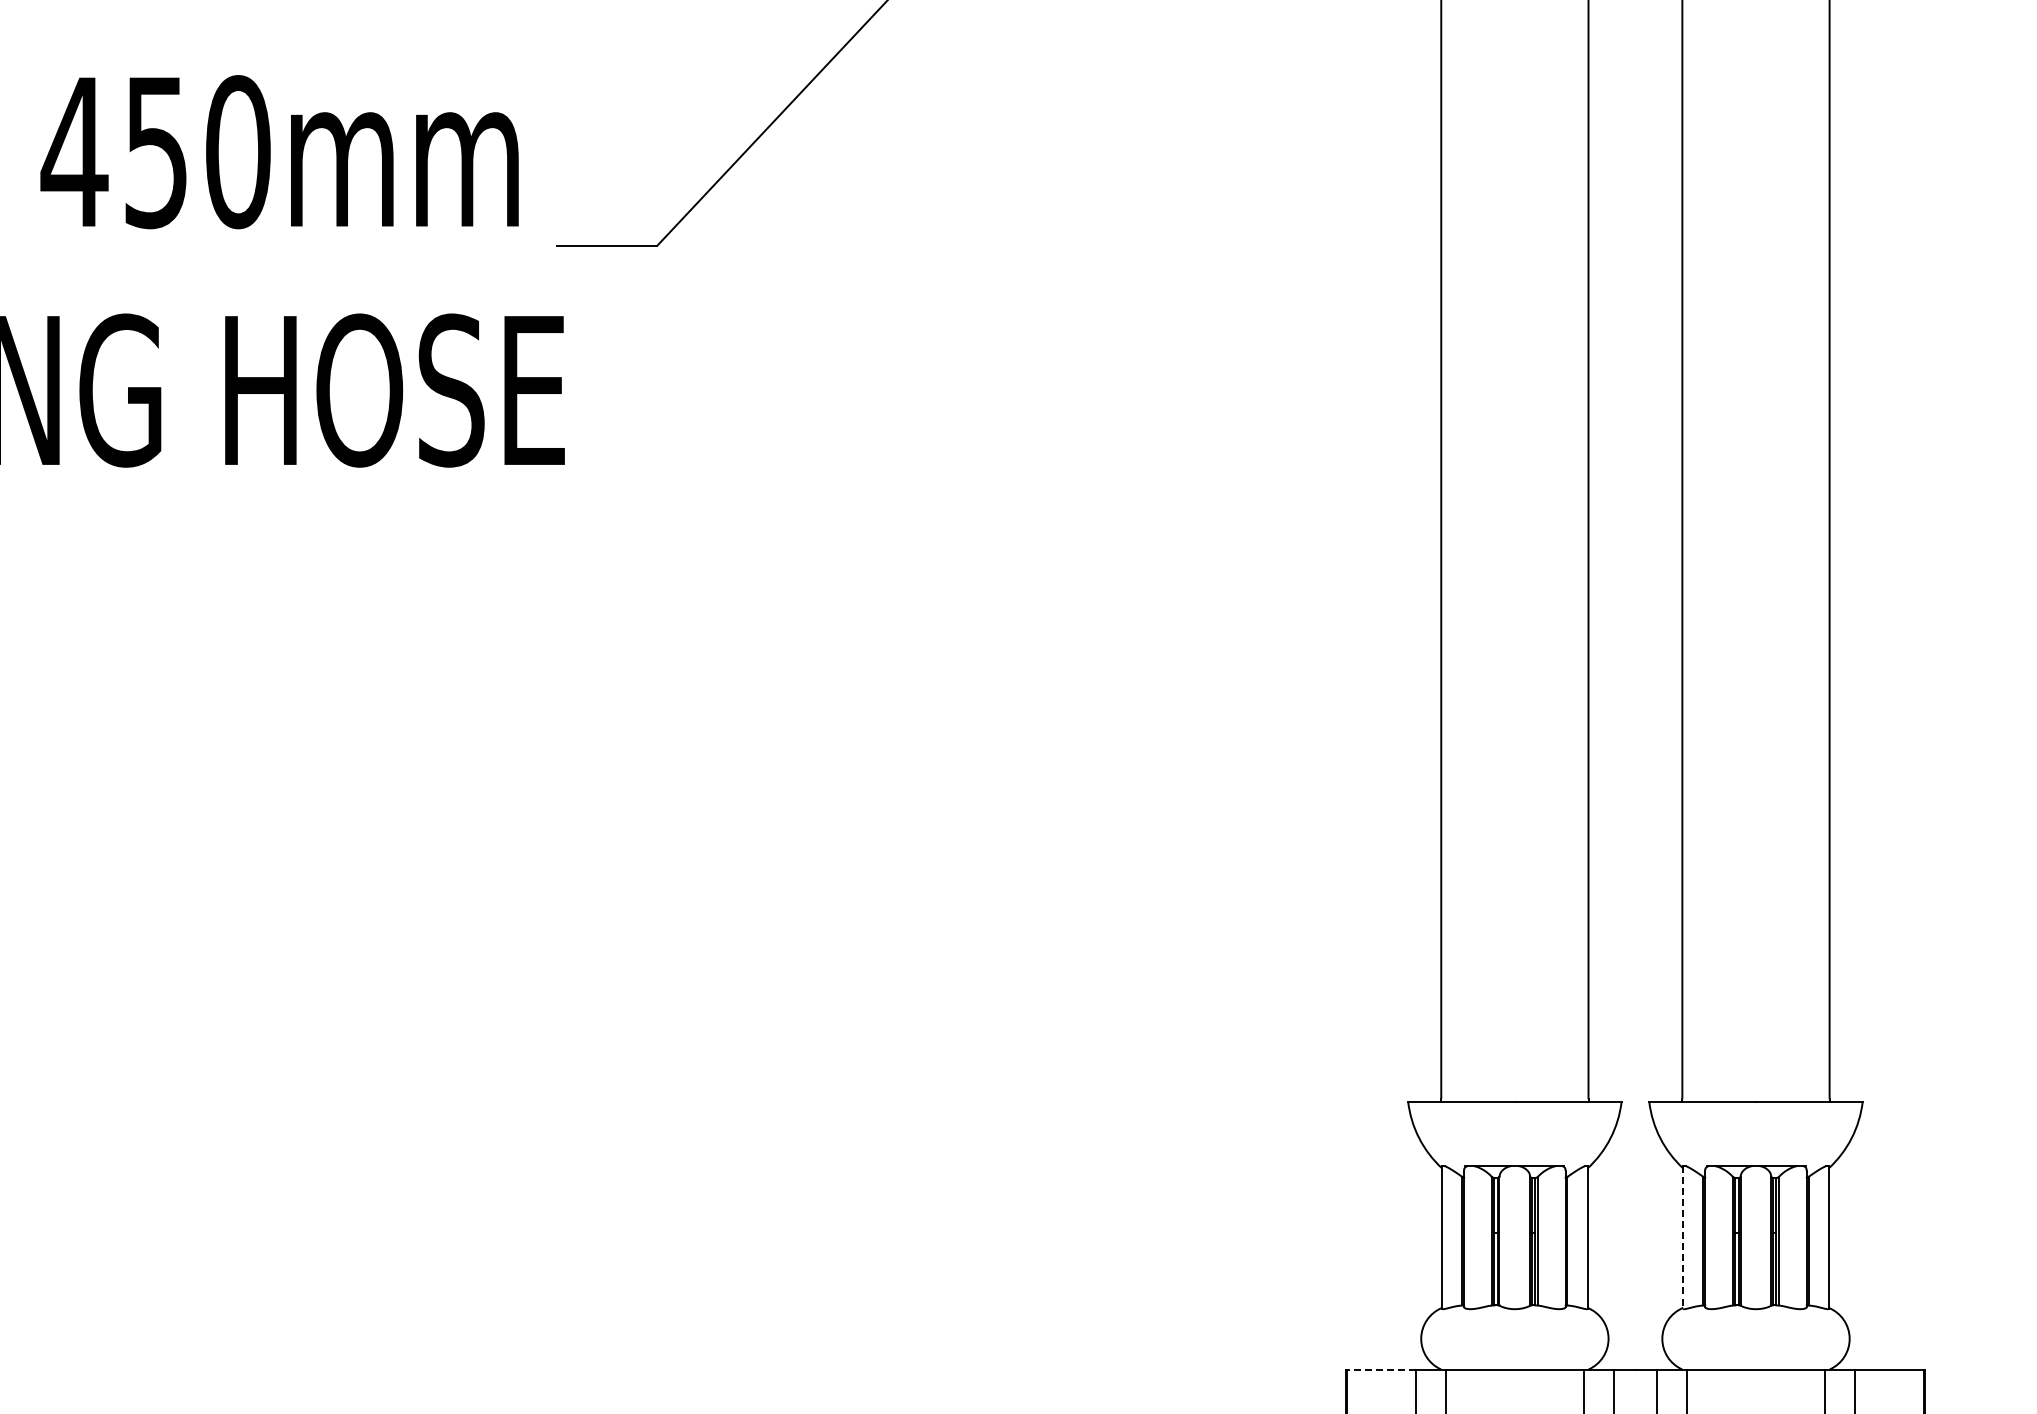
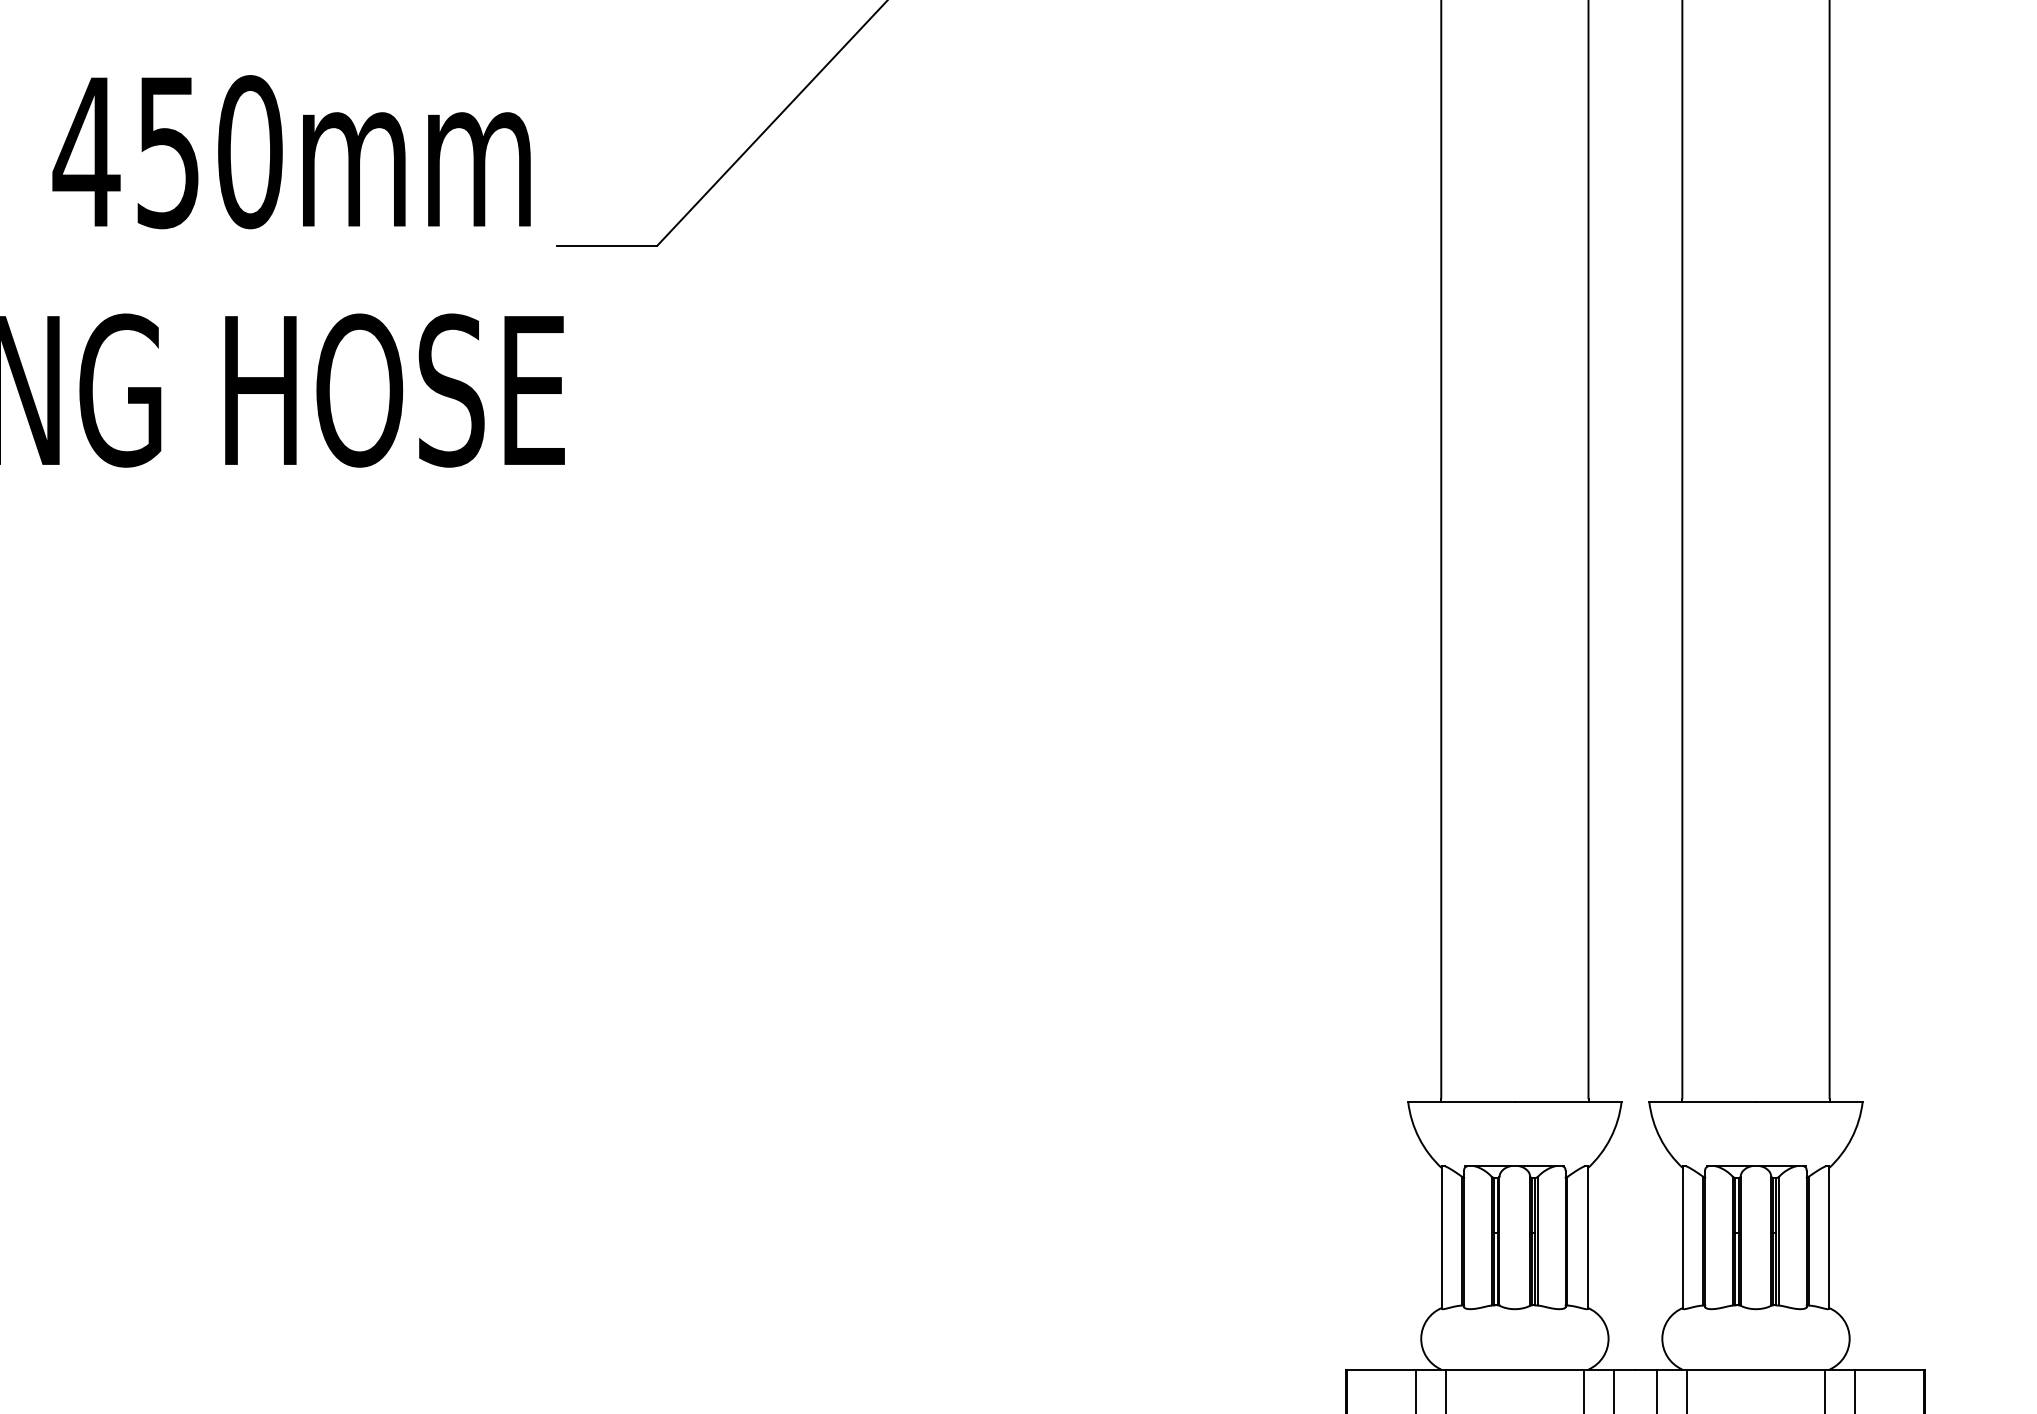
text at (279, 152) position: (279, 152) -> (291, 152)
line at (1683, 1238): dashed -> solid
line at (1381, 1369): dashed -> solid
